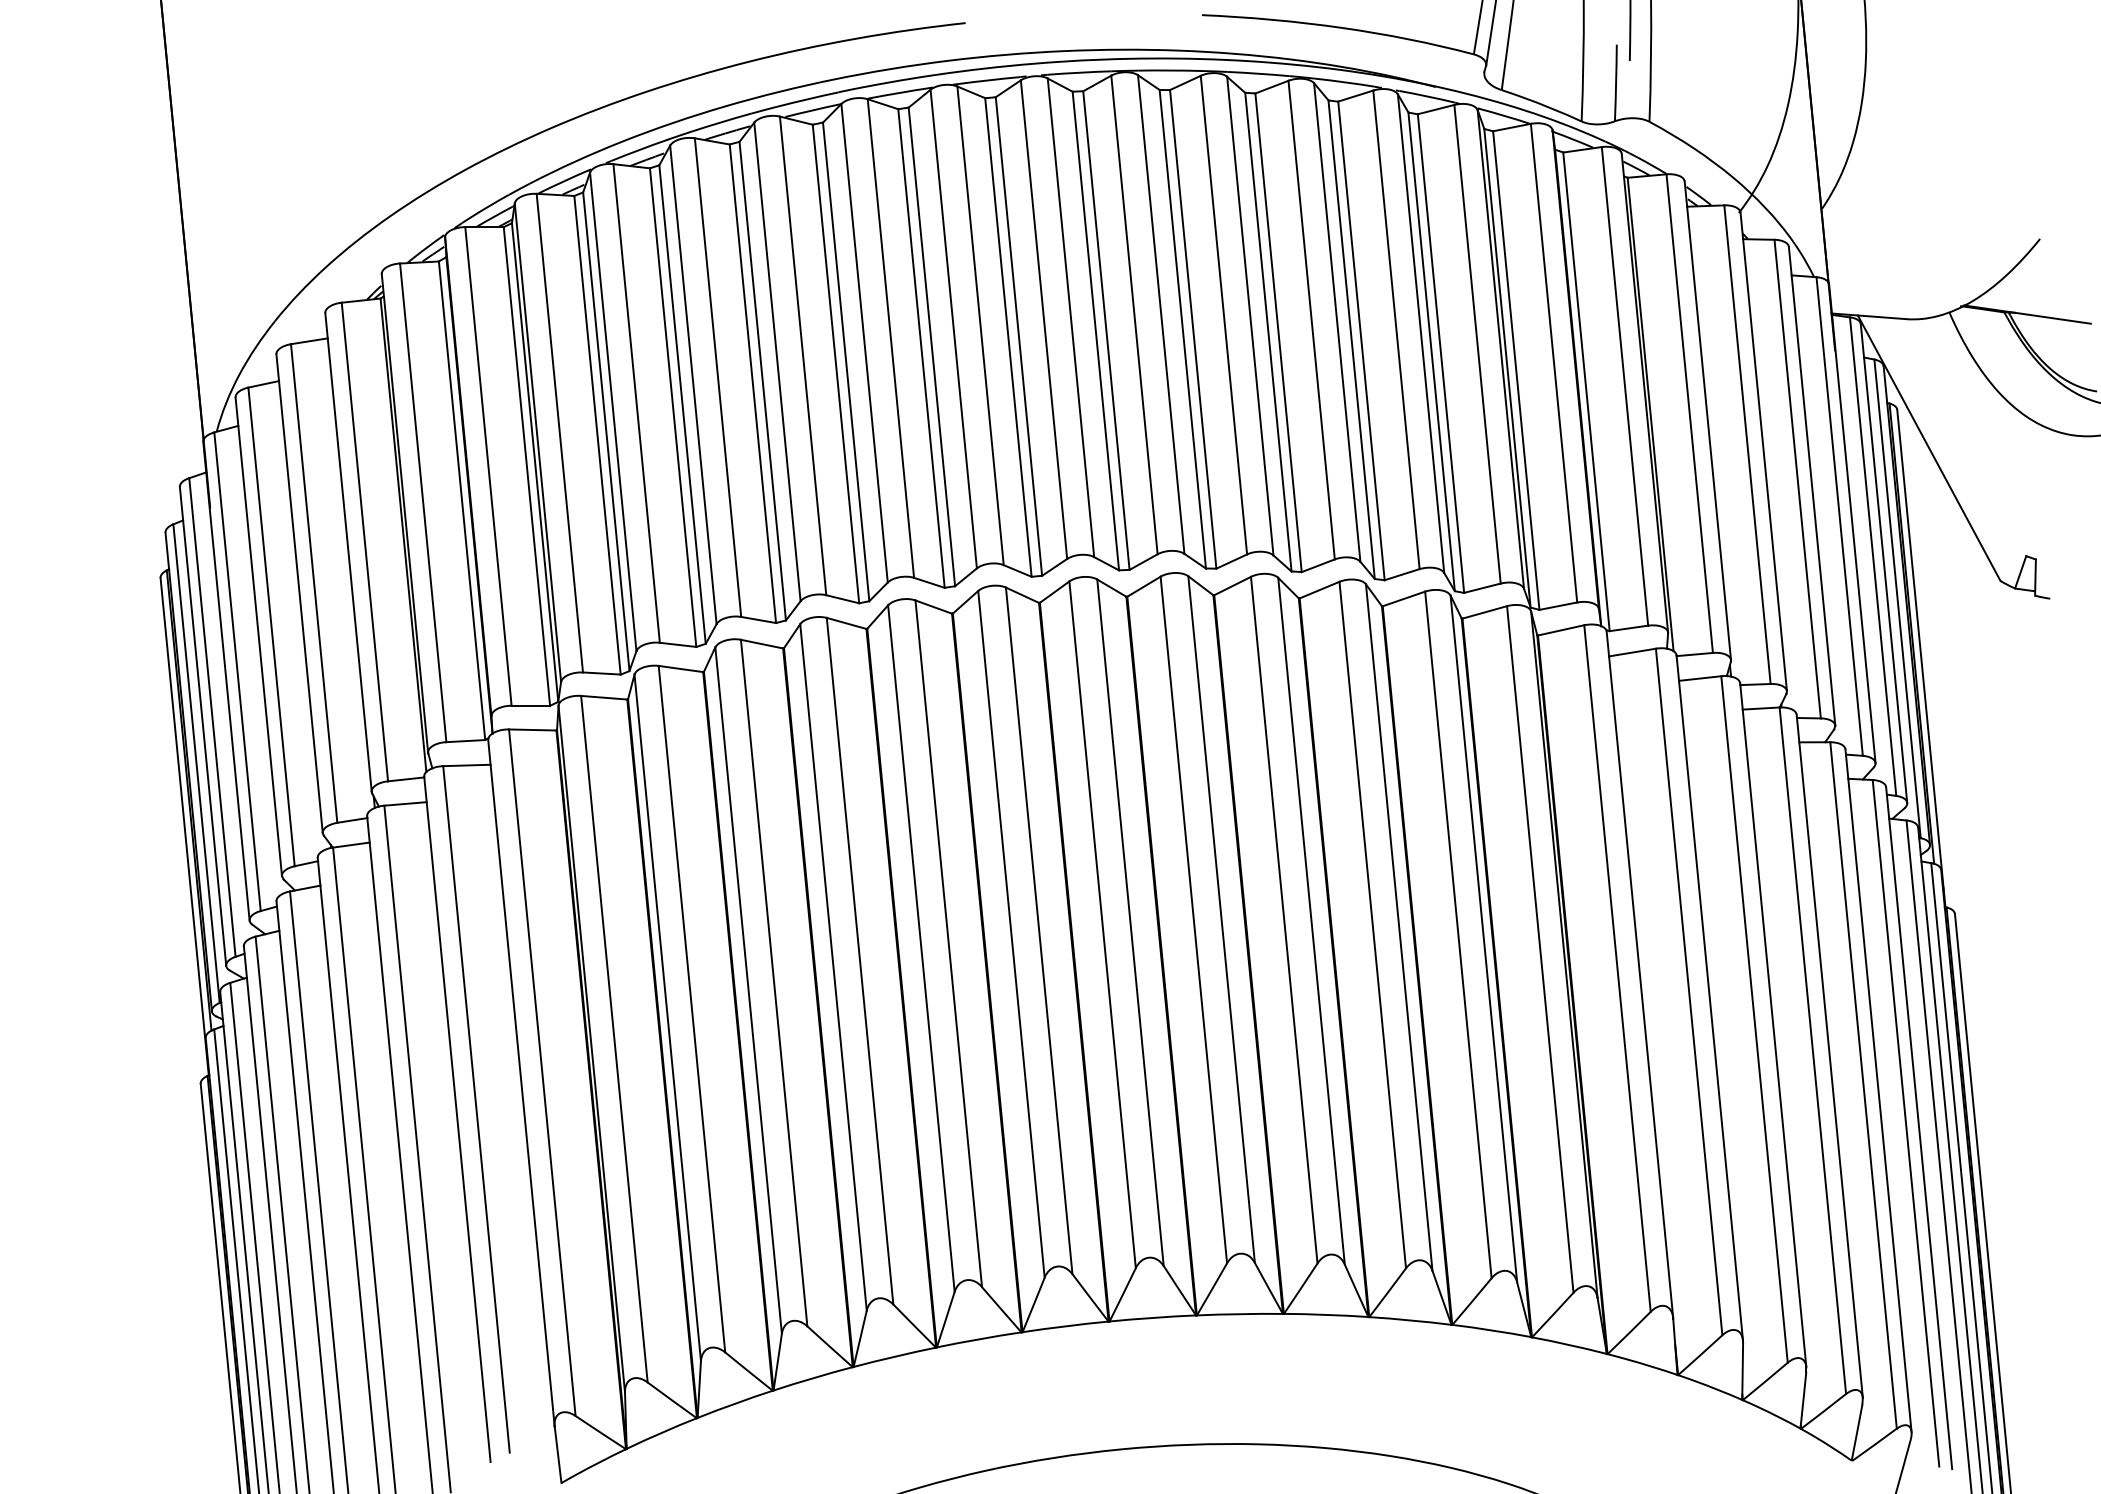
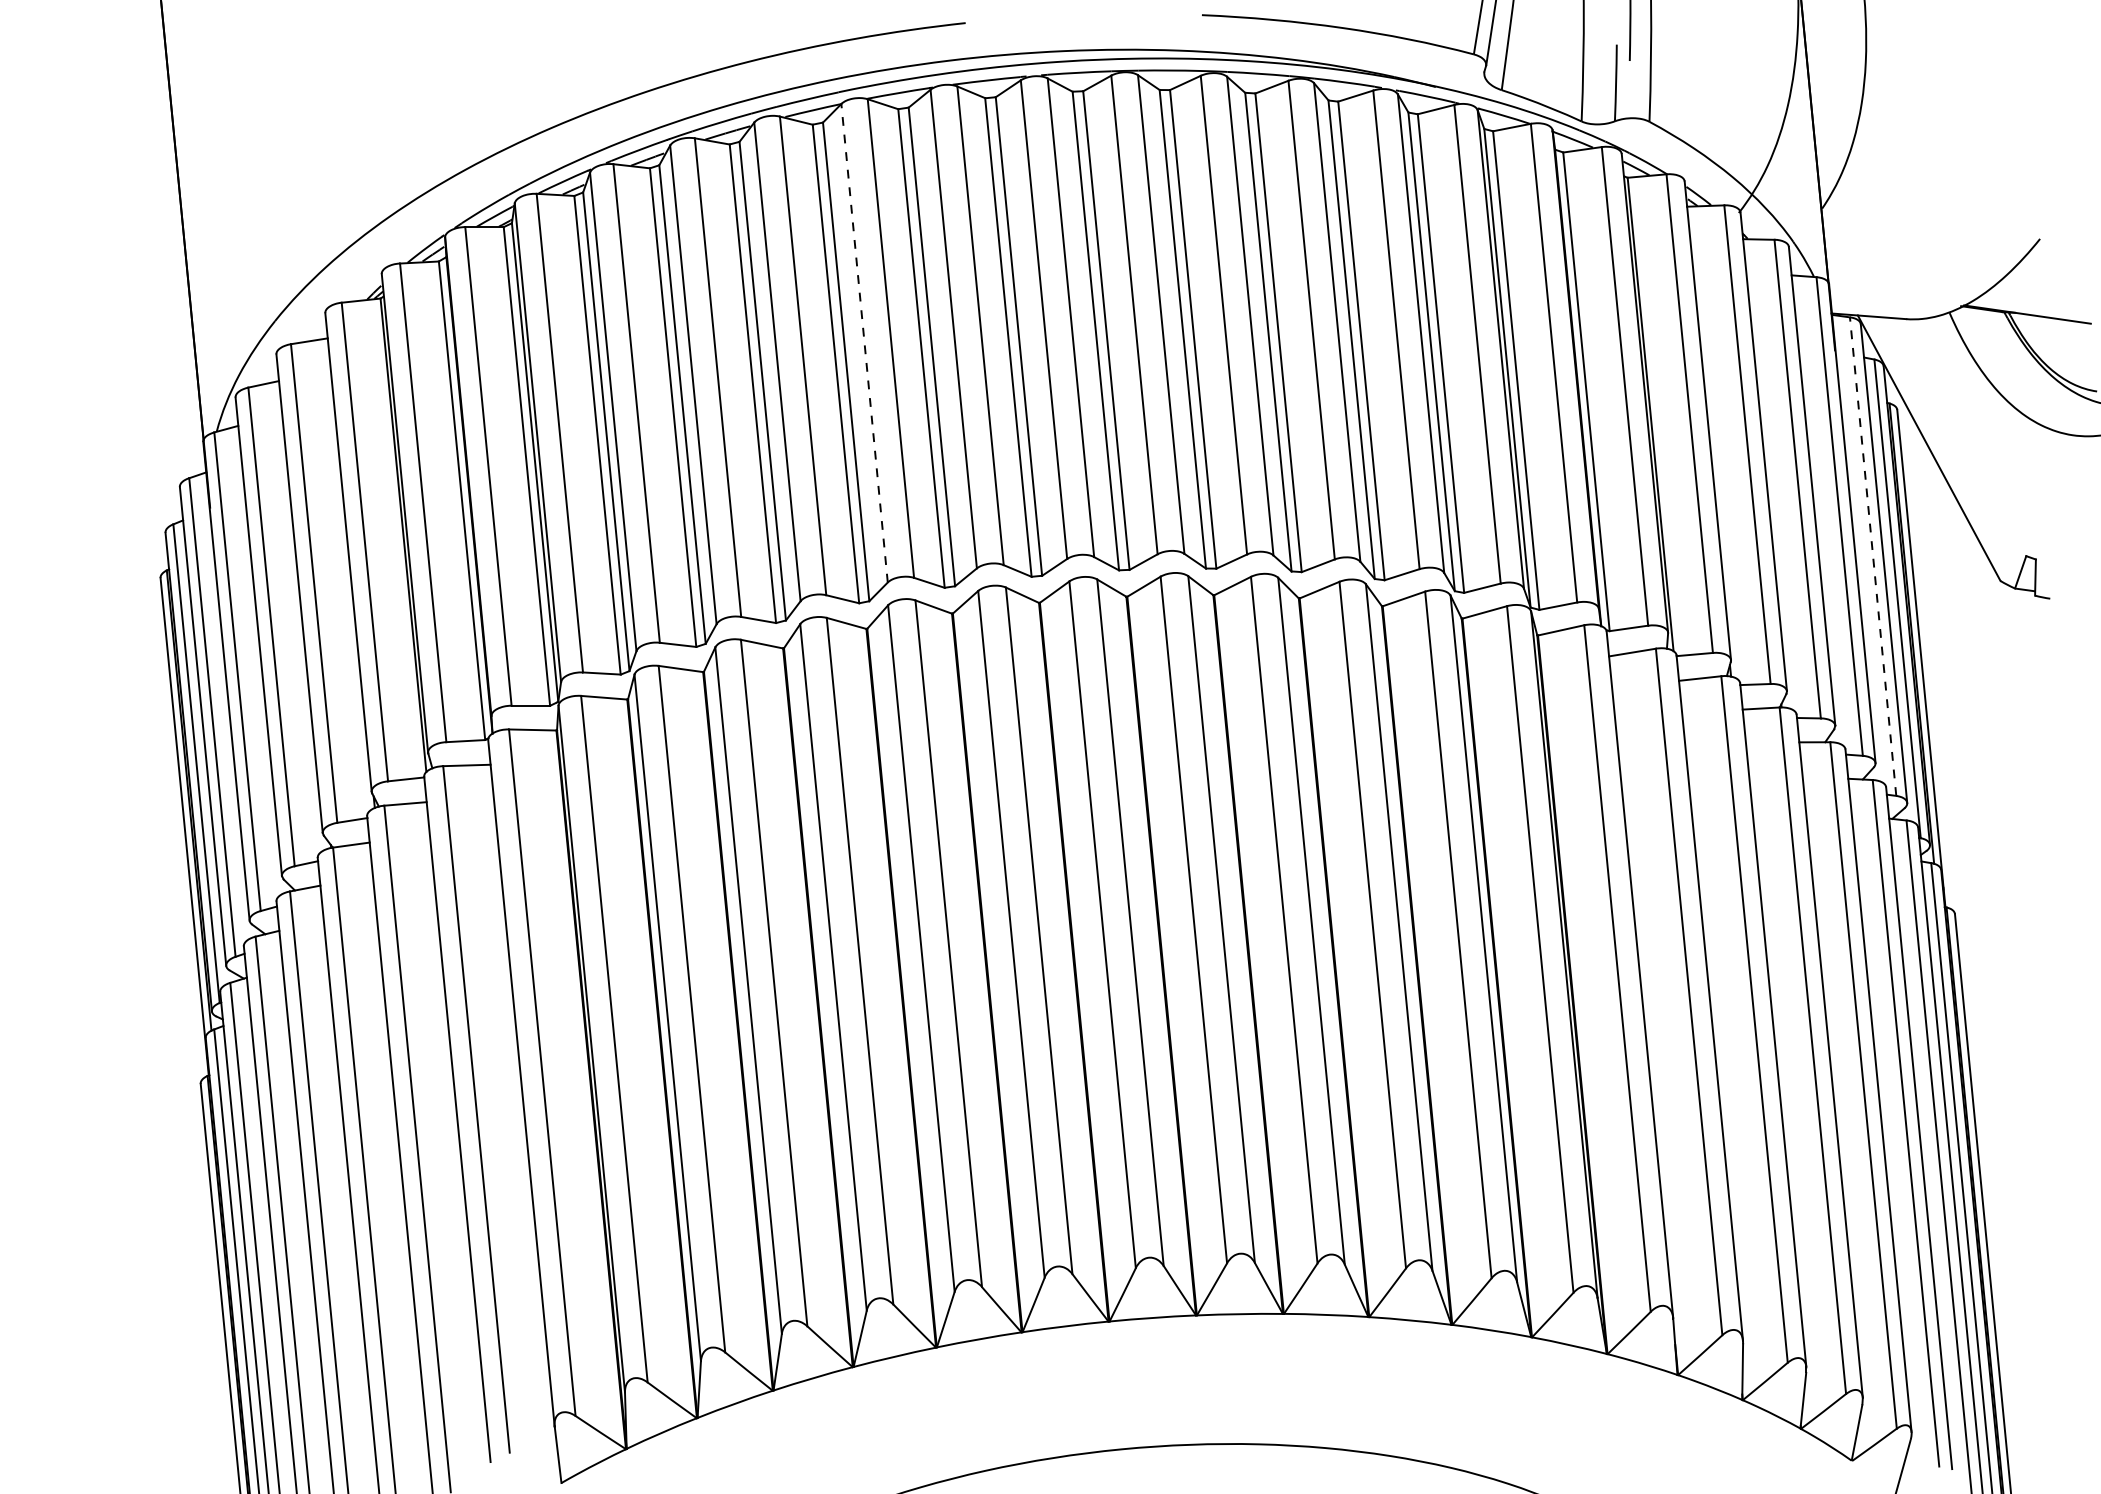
line at (864, 342): solid -> dashed
line at (1873, 556): solid -> dashed
